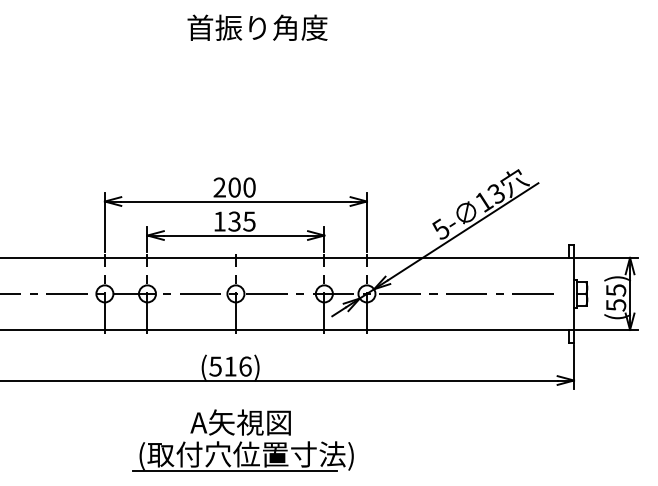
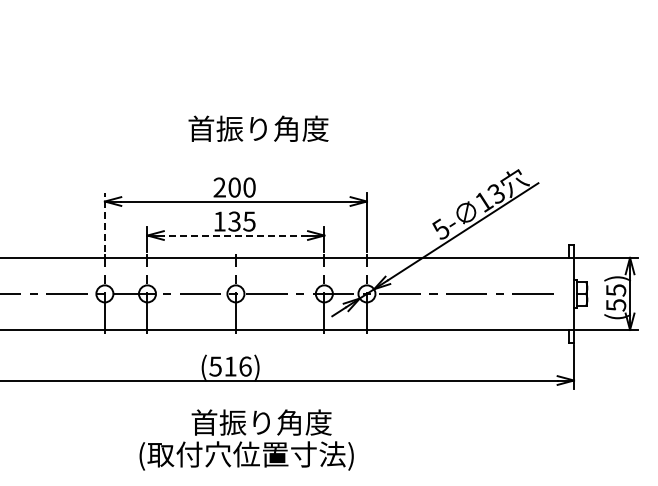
text at (257, 27) position: (257, 27) -> (258, 128)
line at (104, 222): solid -> dashed
line at (235, 235): solid -> dashed
text at (260, 422): A矢視図 -> 首振り角度
line at (234, 471): present -> none
